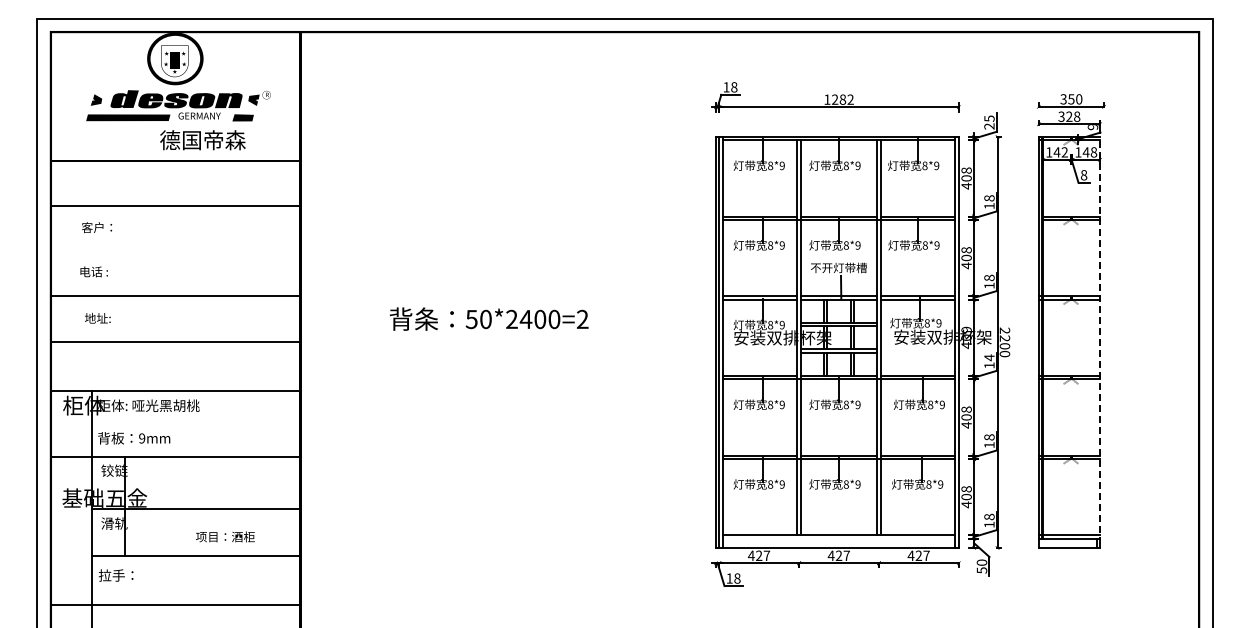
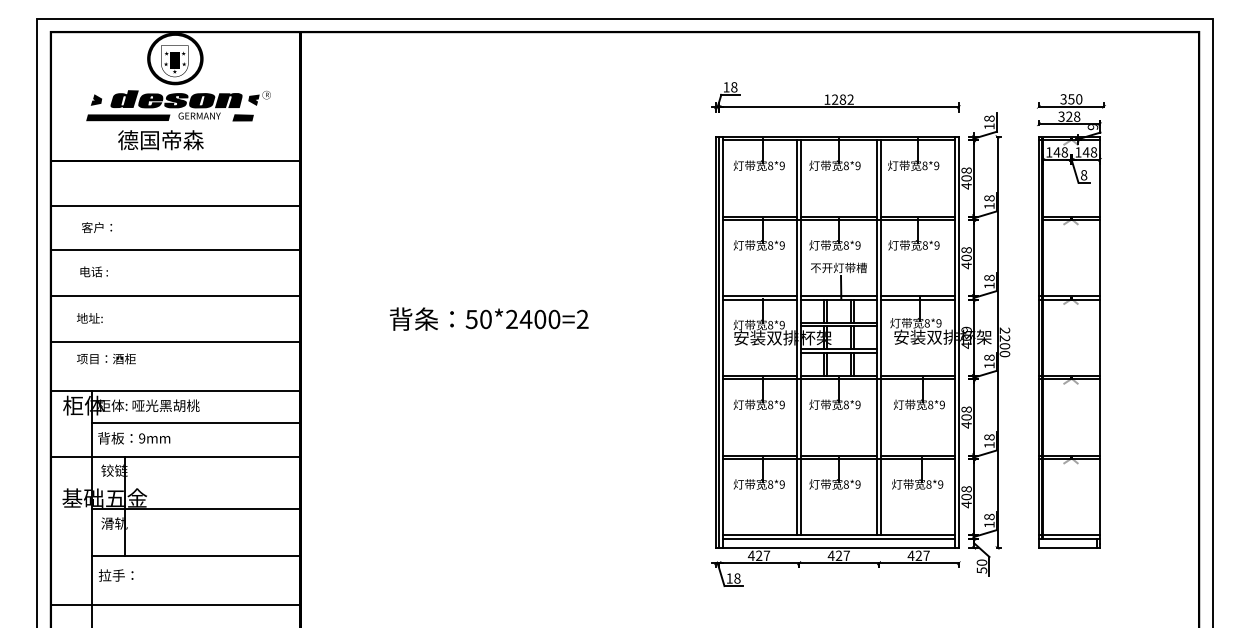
text at (989, 122): 25 -> 18
text at (202, 140) position: (202, 140) -> (160, 140)
text at (1064, 152): 142 -> 148
line at (176, 250): none -> present
text at (97, 318) position: (97, 318) -> (89, 318)
line at (1100, 340): dashed -> solid
text at (989, 357): 14 -> 18
line at (196, 422): none -> present
text at (225, 536) position: (225, 536) -> (106, 358)
line at (838, 538): none -> present
